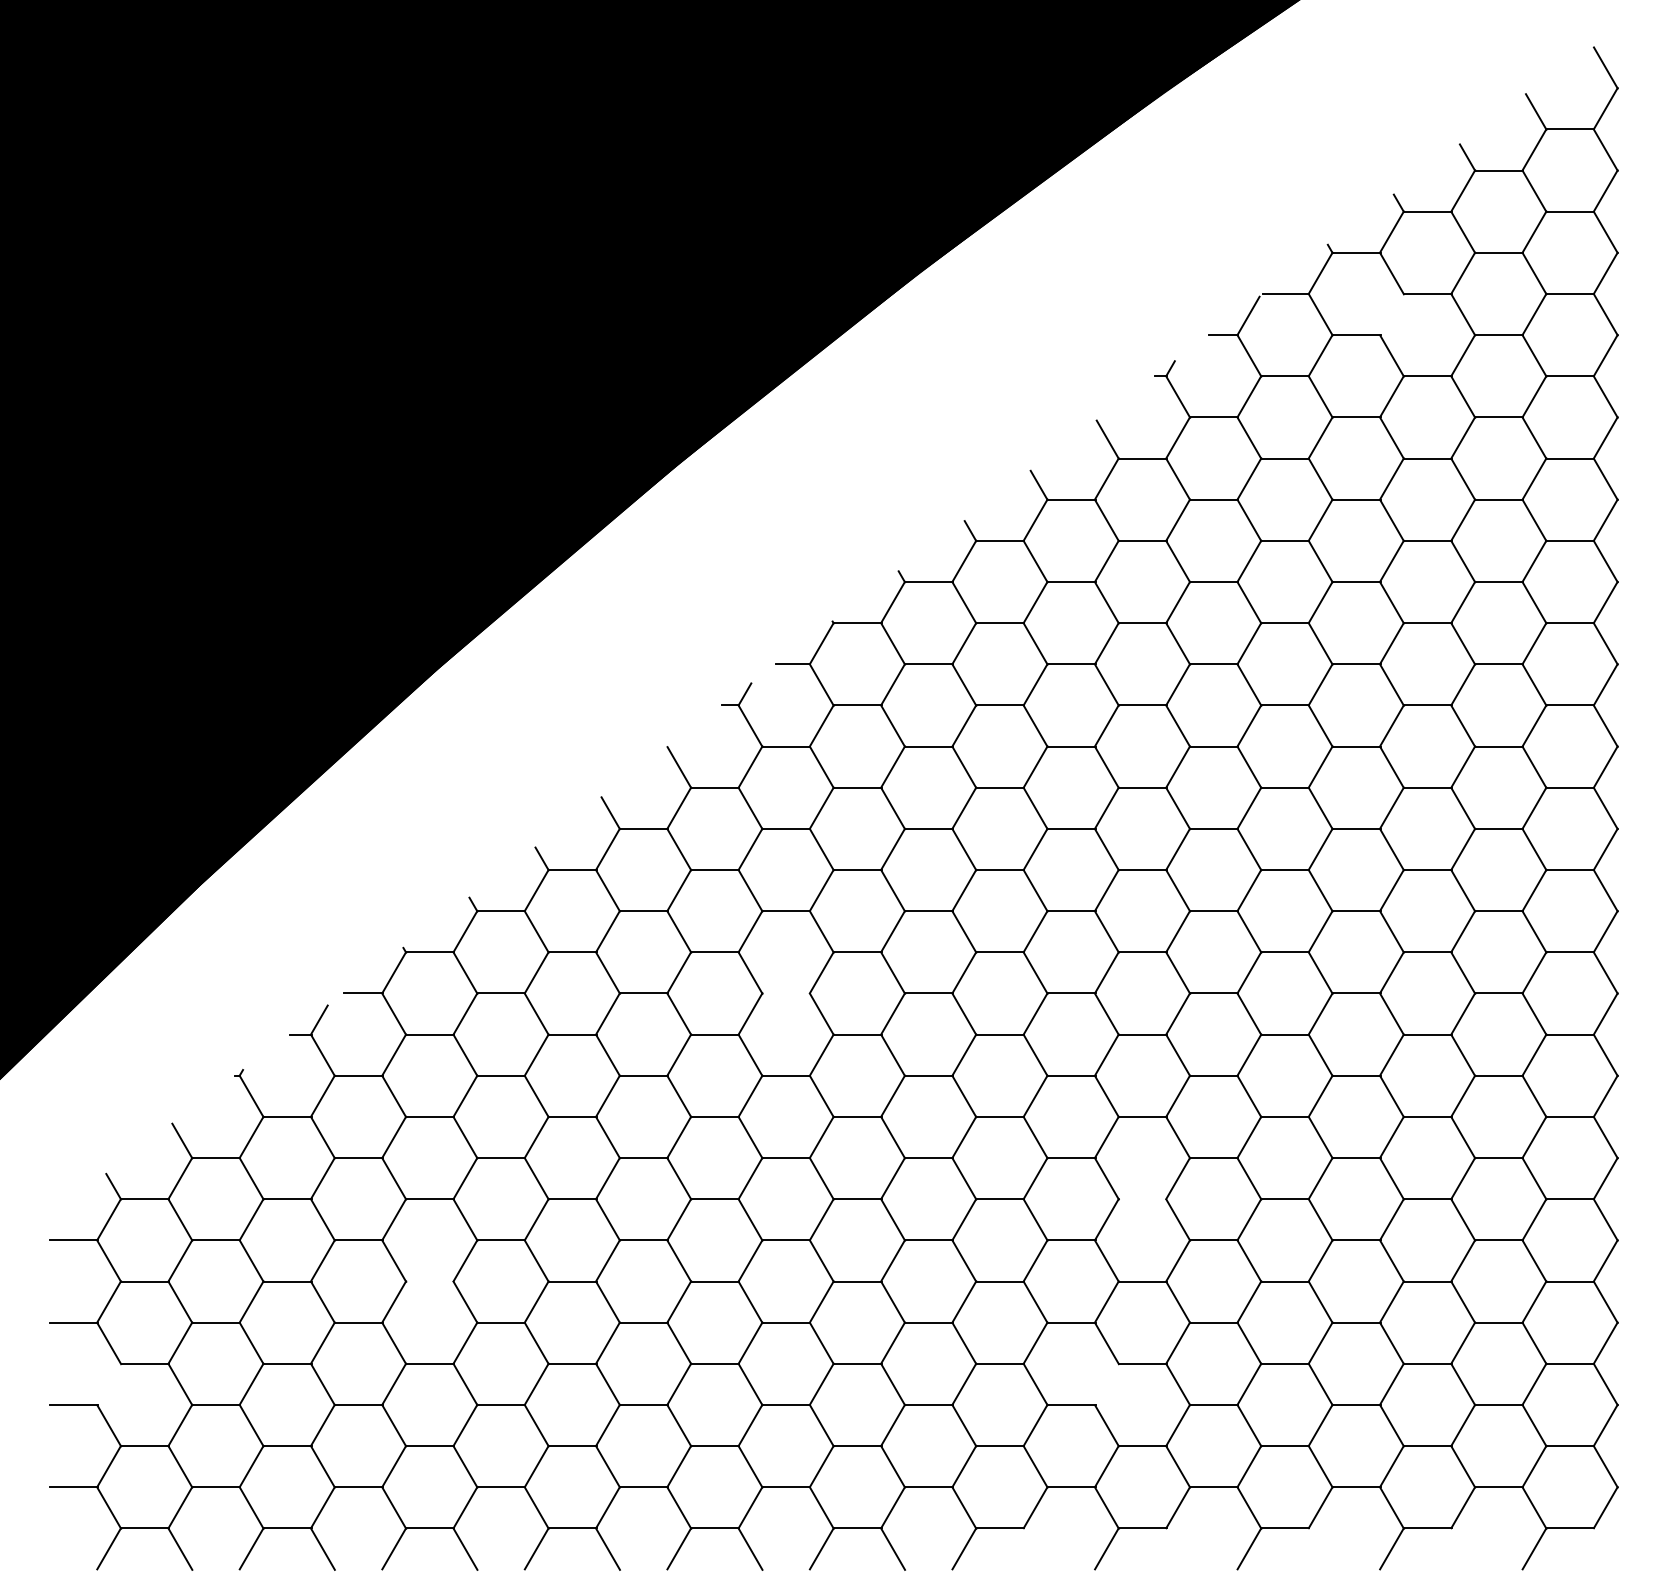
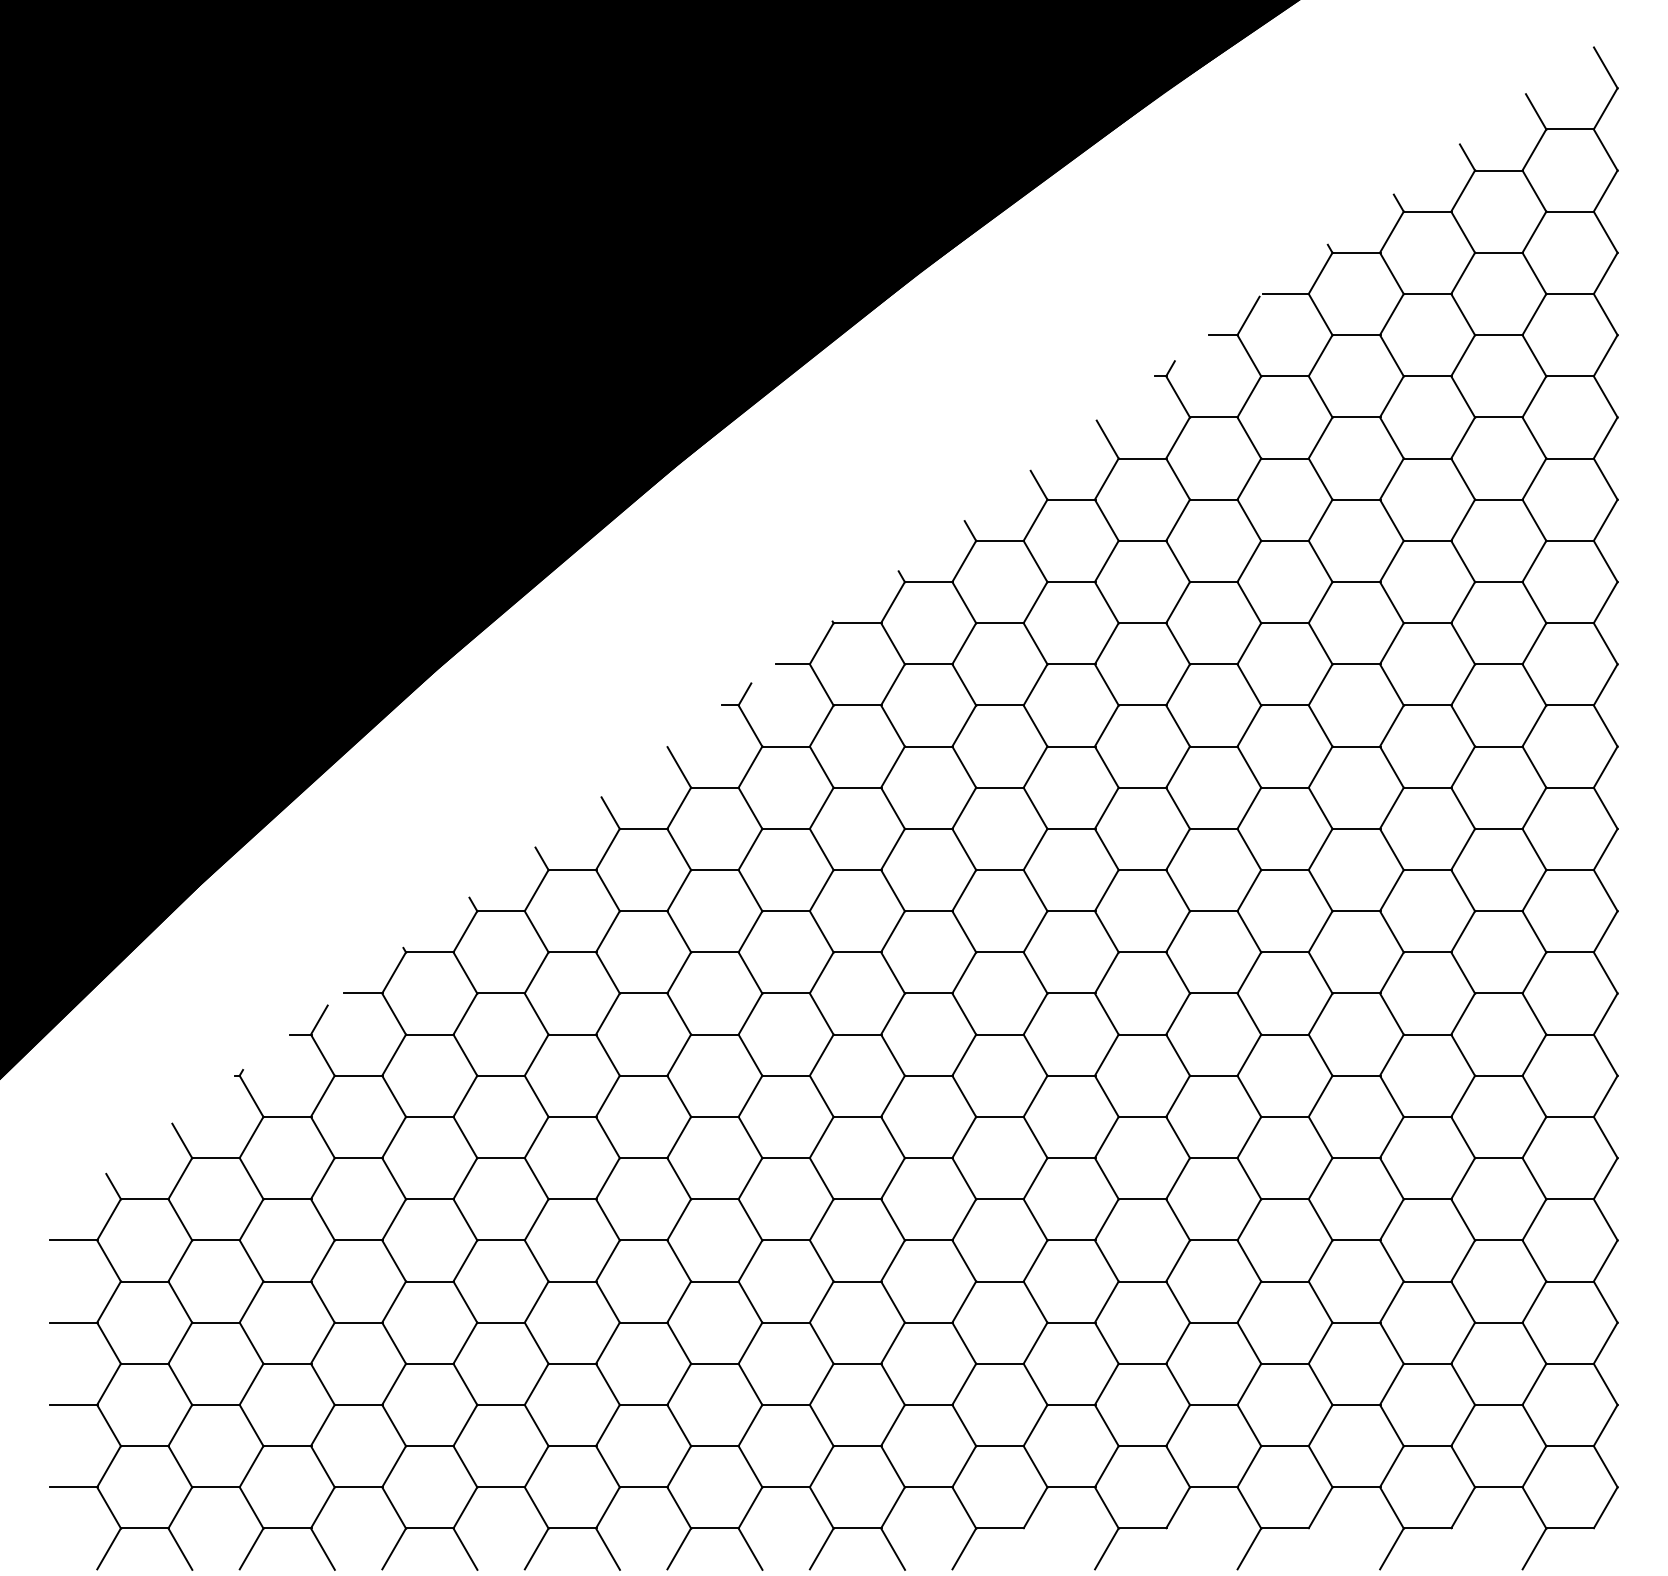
line at (1391, 313): none -> present
line at (786, 993): none -> present
line at (1142, 1199): none -> present
line at (430, 1281): none -> present
line at (109, 1383): none -> present
line at (1106, 1383): none -> present
